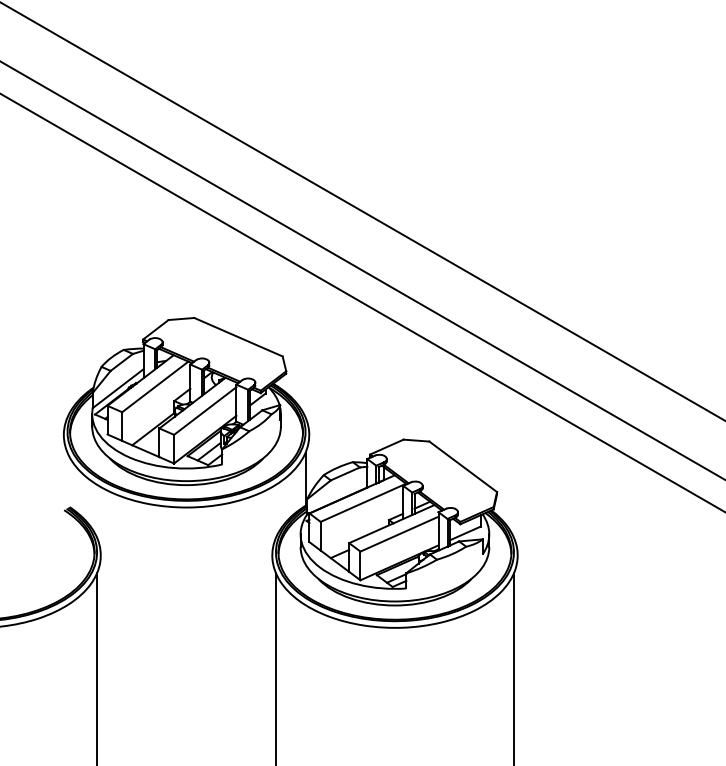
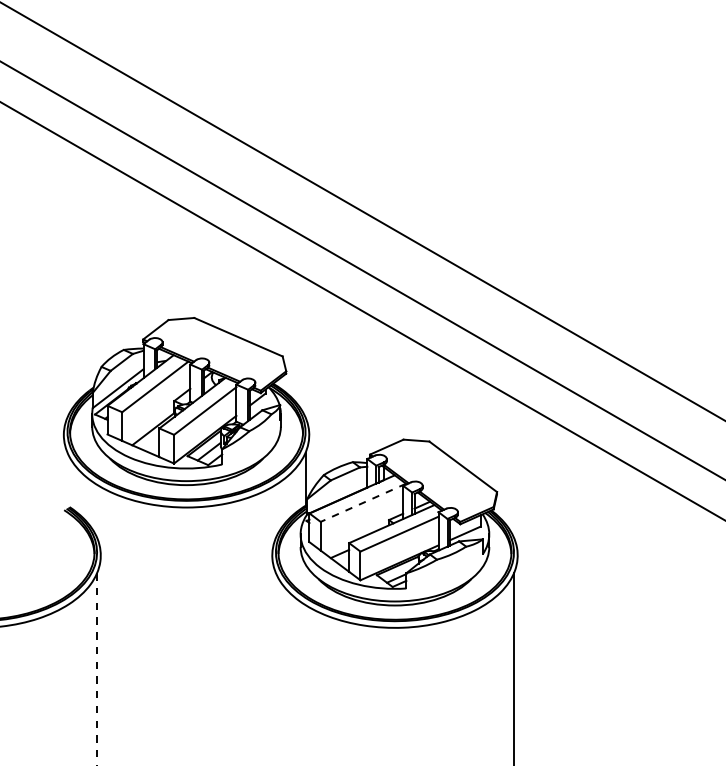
line at (362, 302) position: (362, 302) -> (362, 310)
line at (363, 502): solid -> dashed
line at (275, 667): present -> none
line at (97, 669): solid -> dashed
